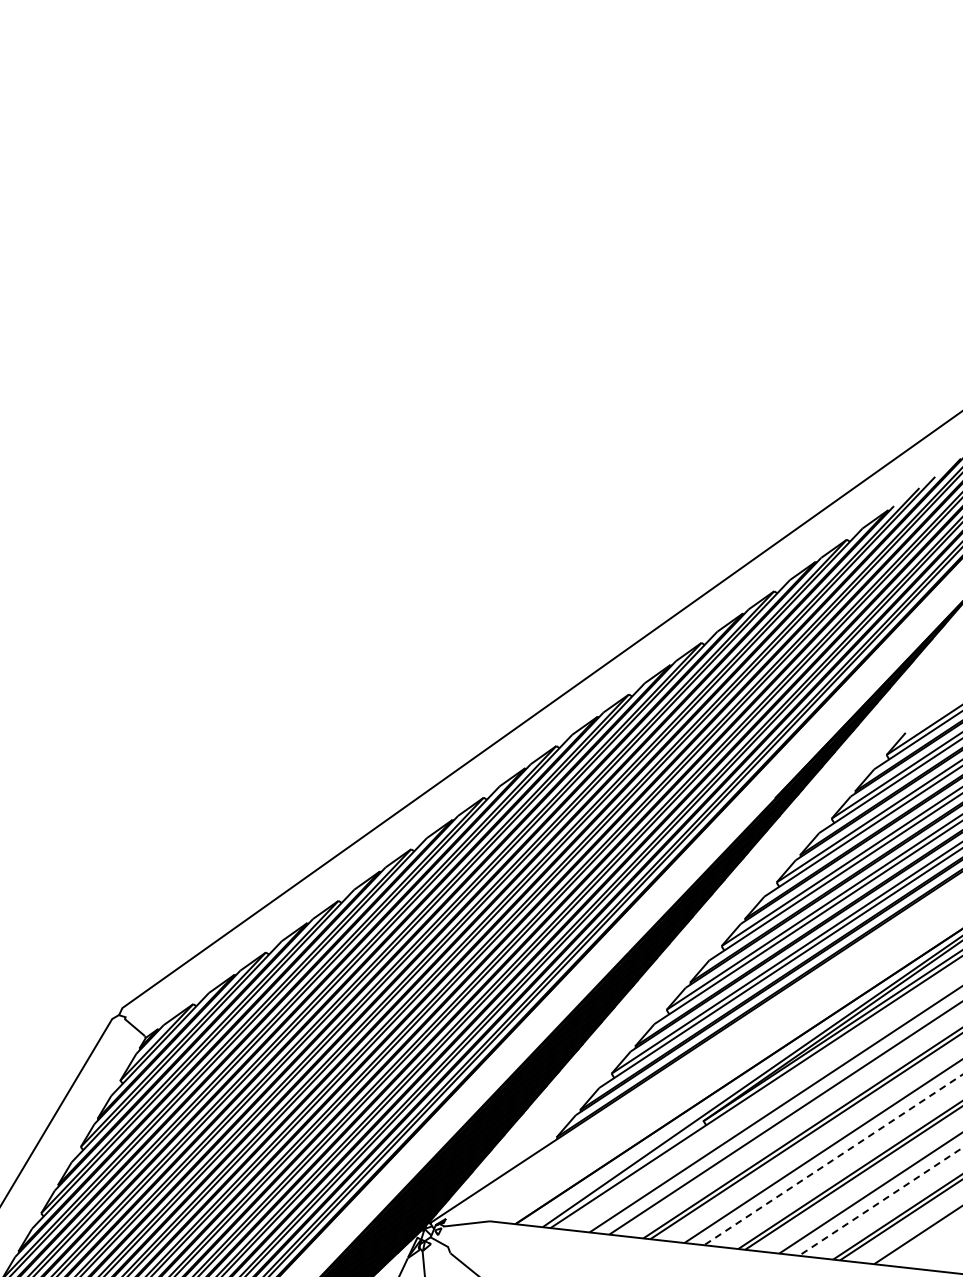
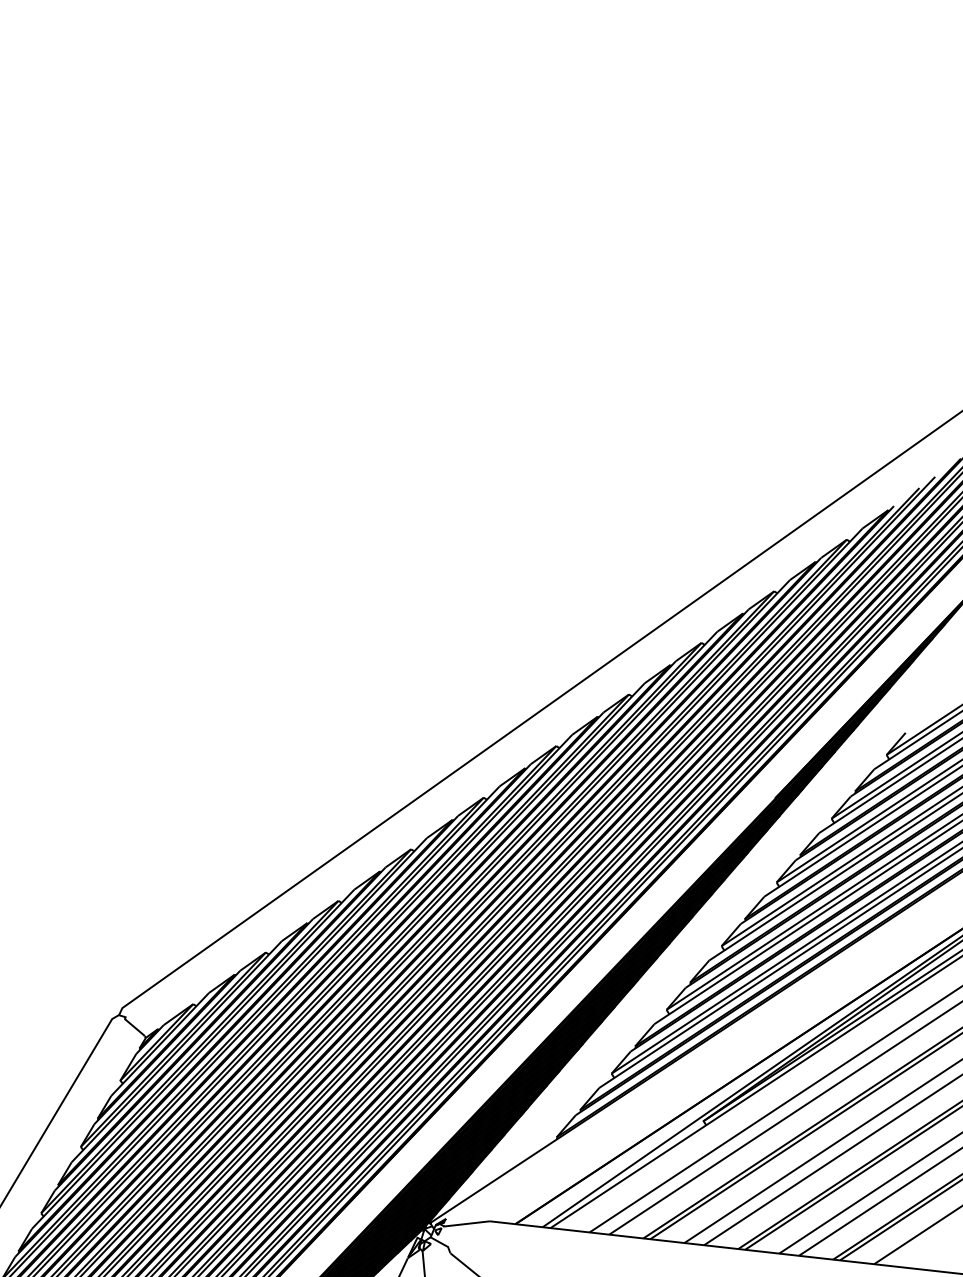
line at (833, 1159): dashed -> solid
line at (880, 1201): dashed -> solid
